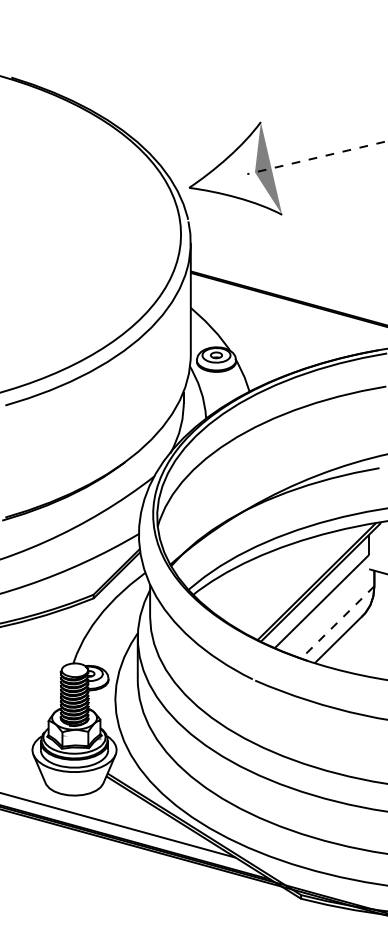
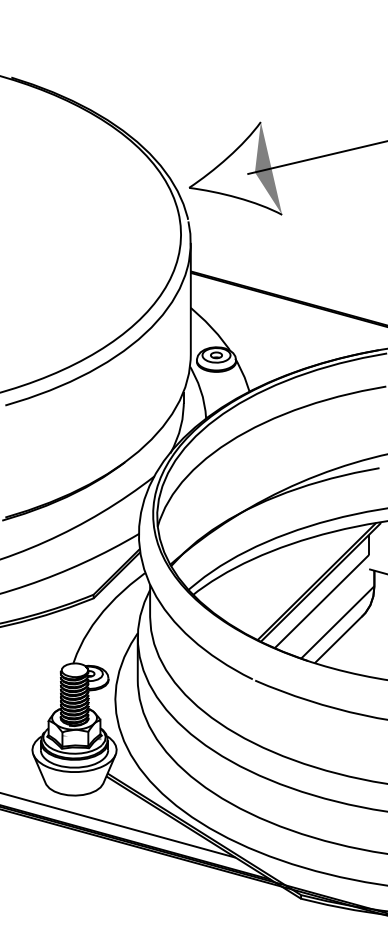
line at (317, 157): dashed -> solid
line at (337, 622): dashed -> solid
